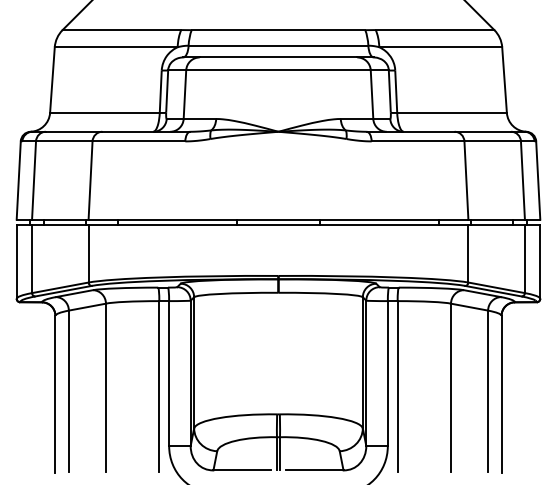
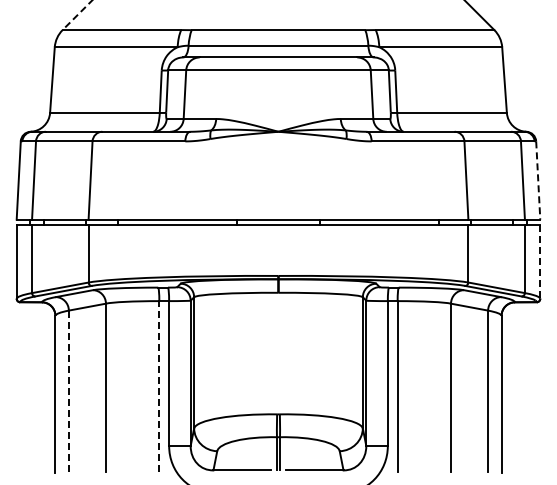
line at (77, 15): solid -> dashed
line at (538, 181): solid -> dashed
line at (540, 261): solid -> dashed
line at (159, 386): solid -> dashed
line at (68, 391): solid -> dashed
